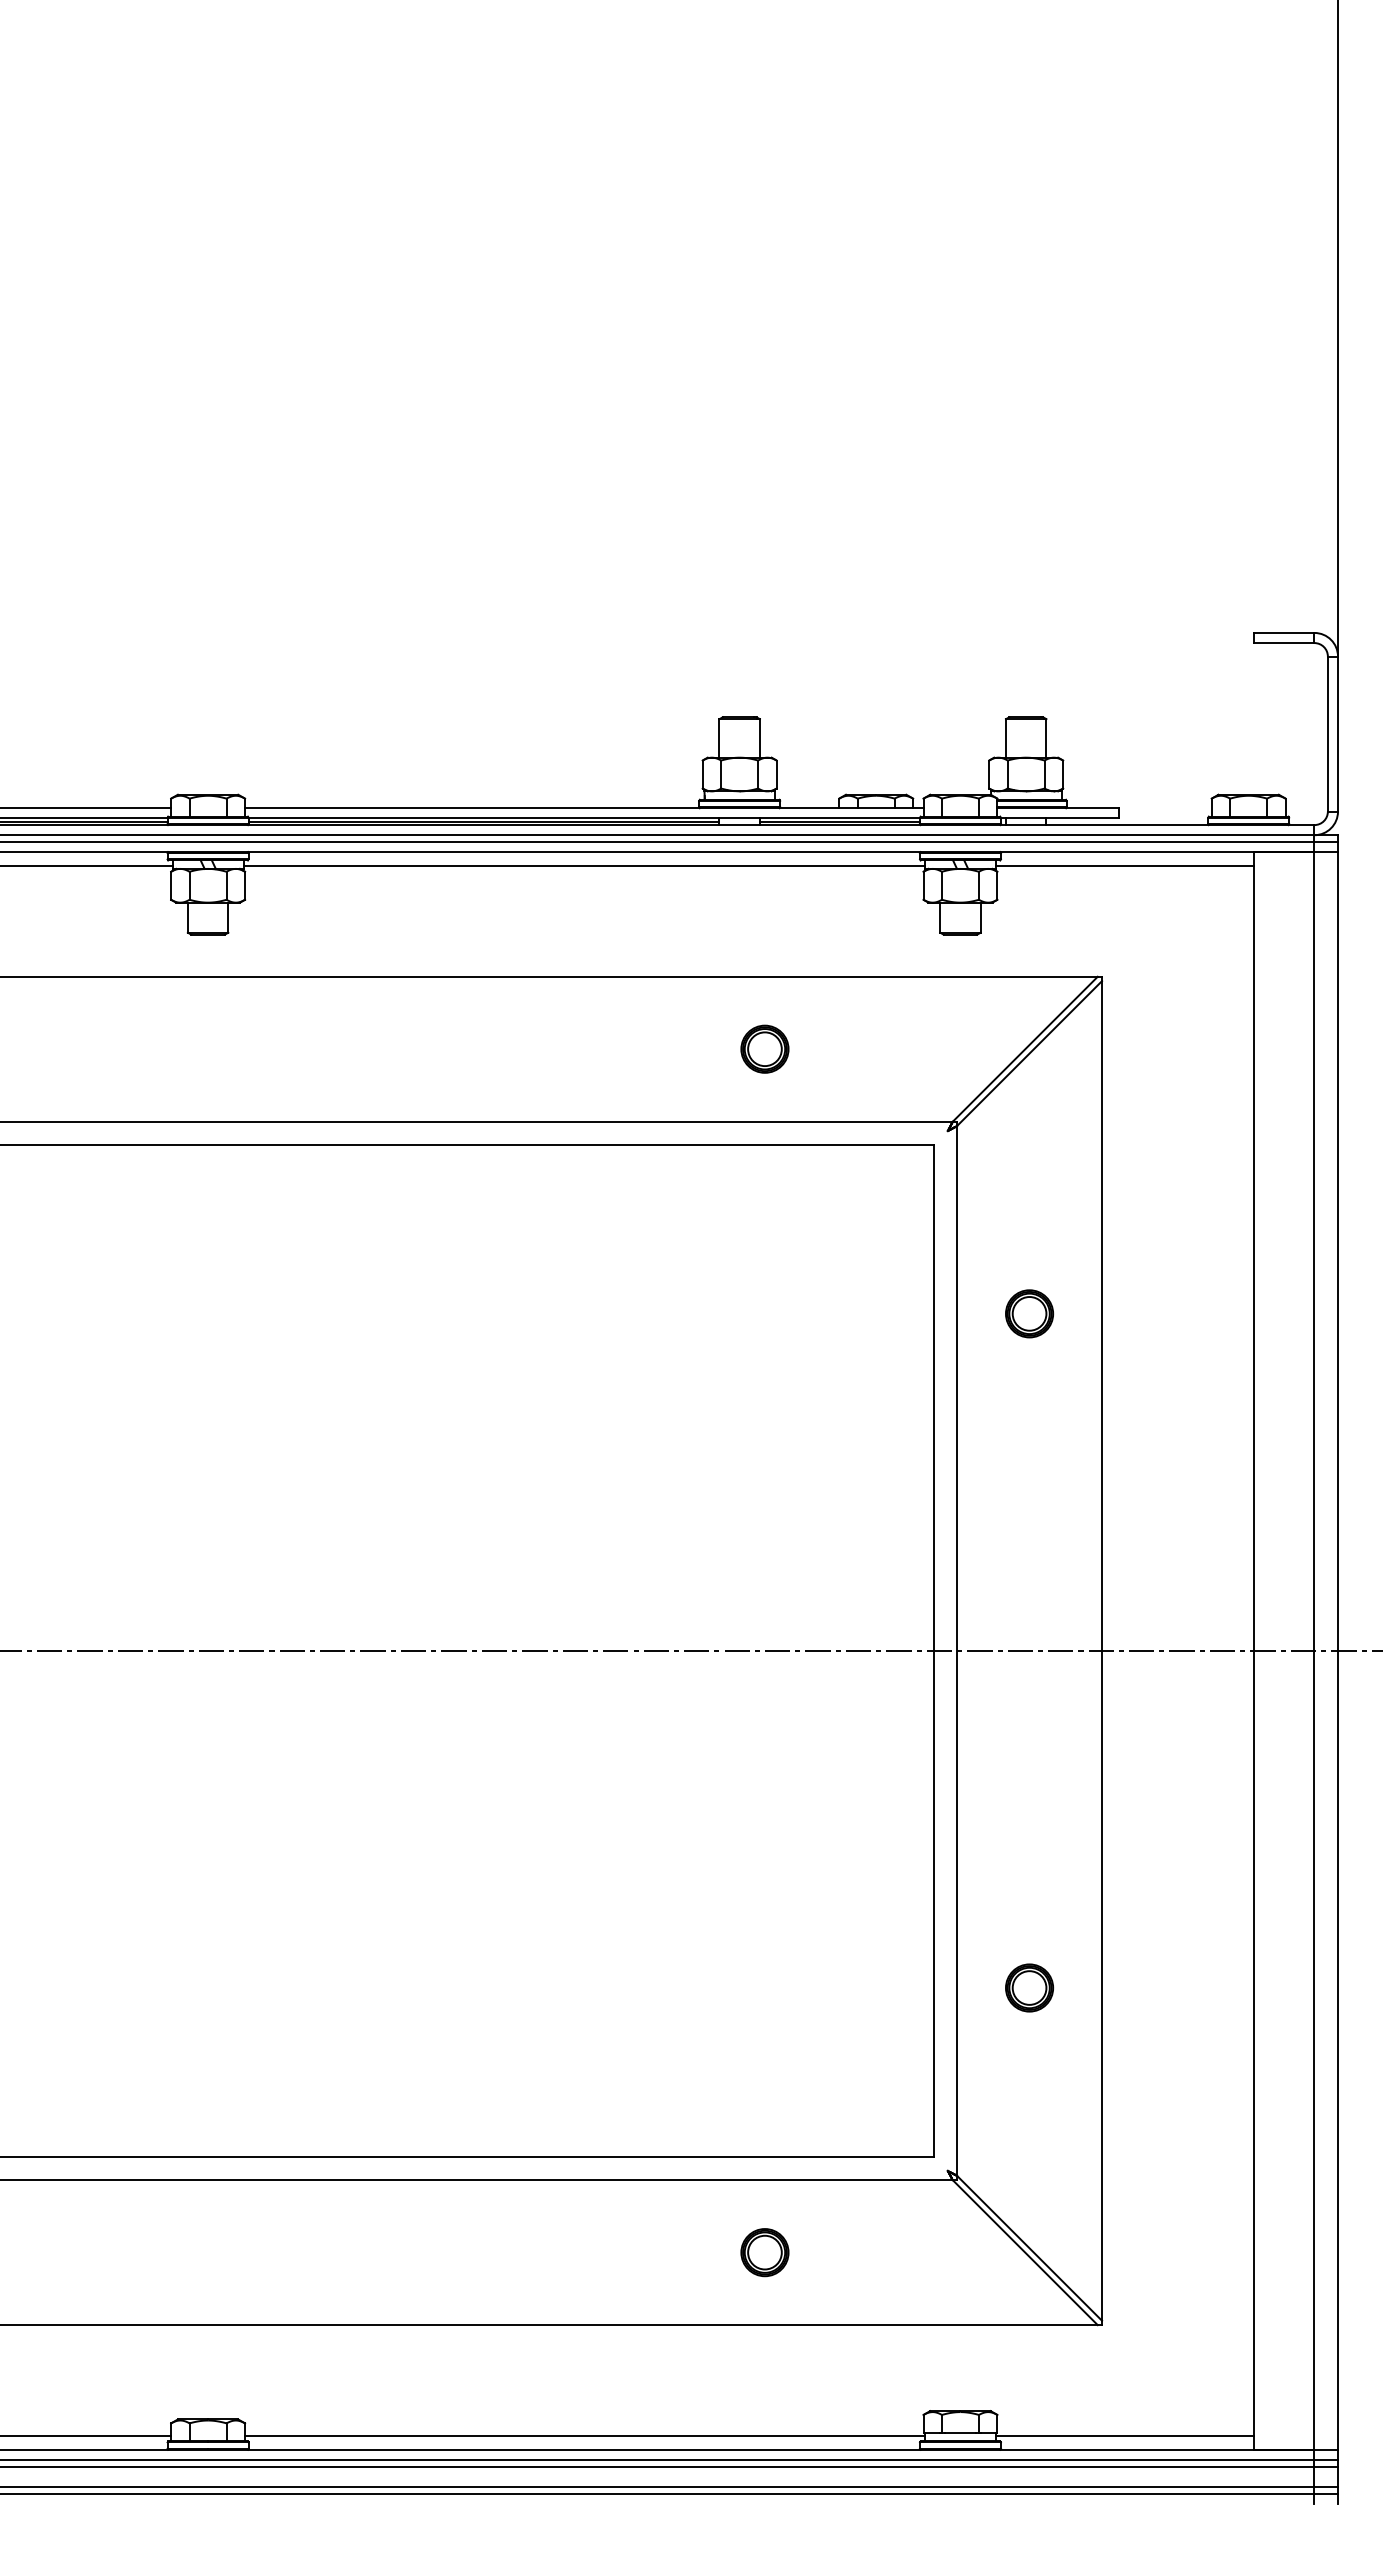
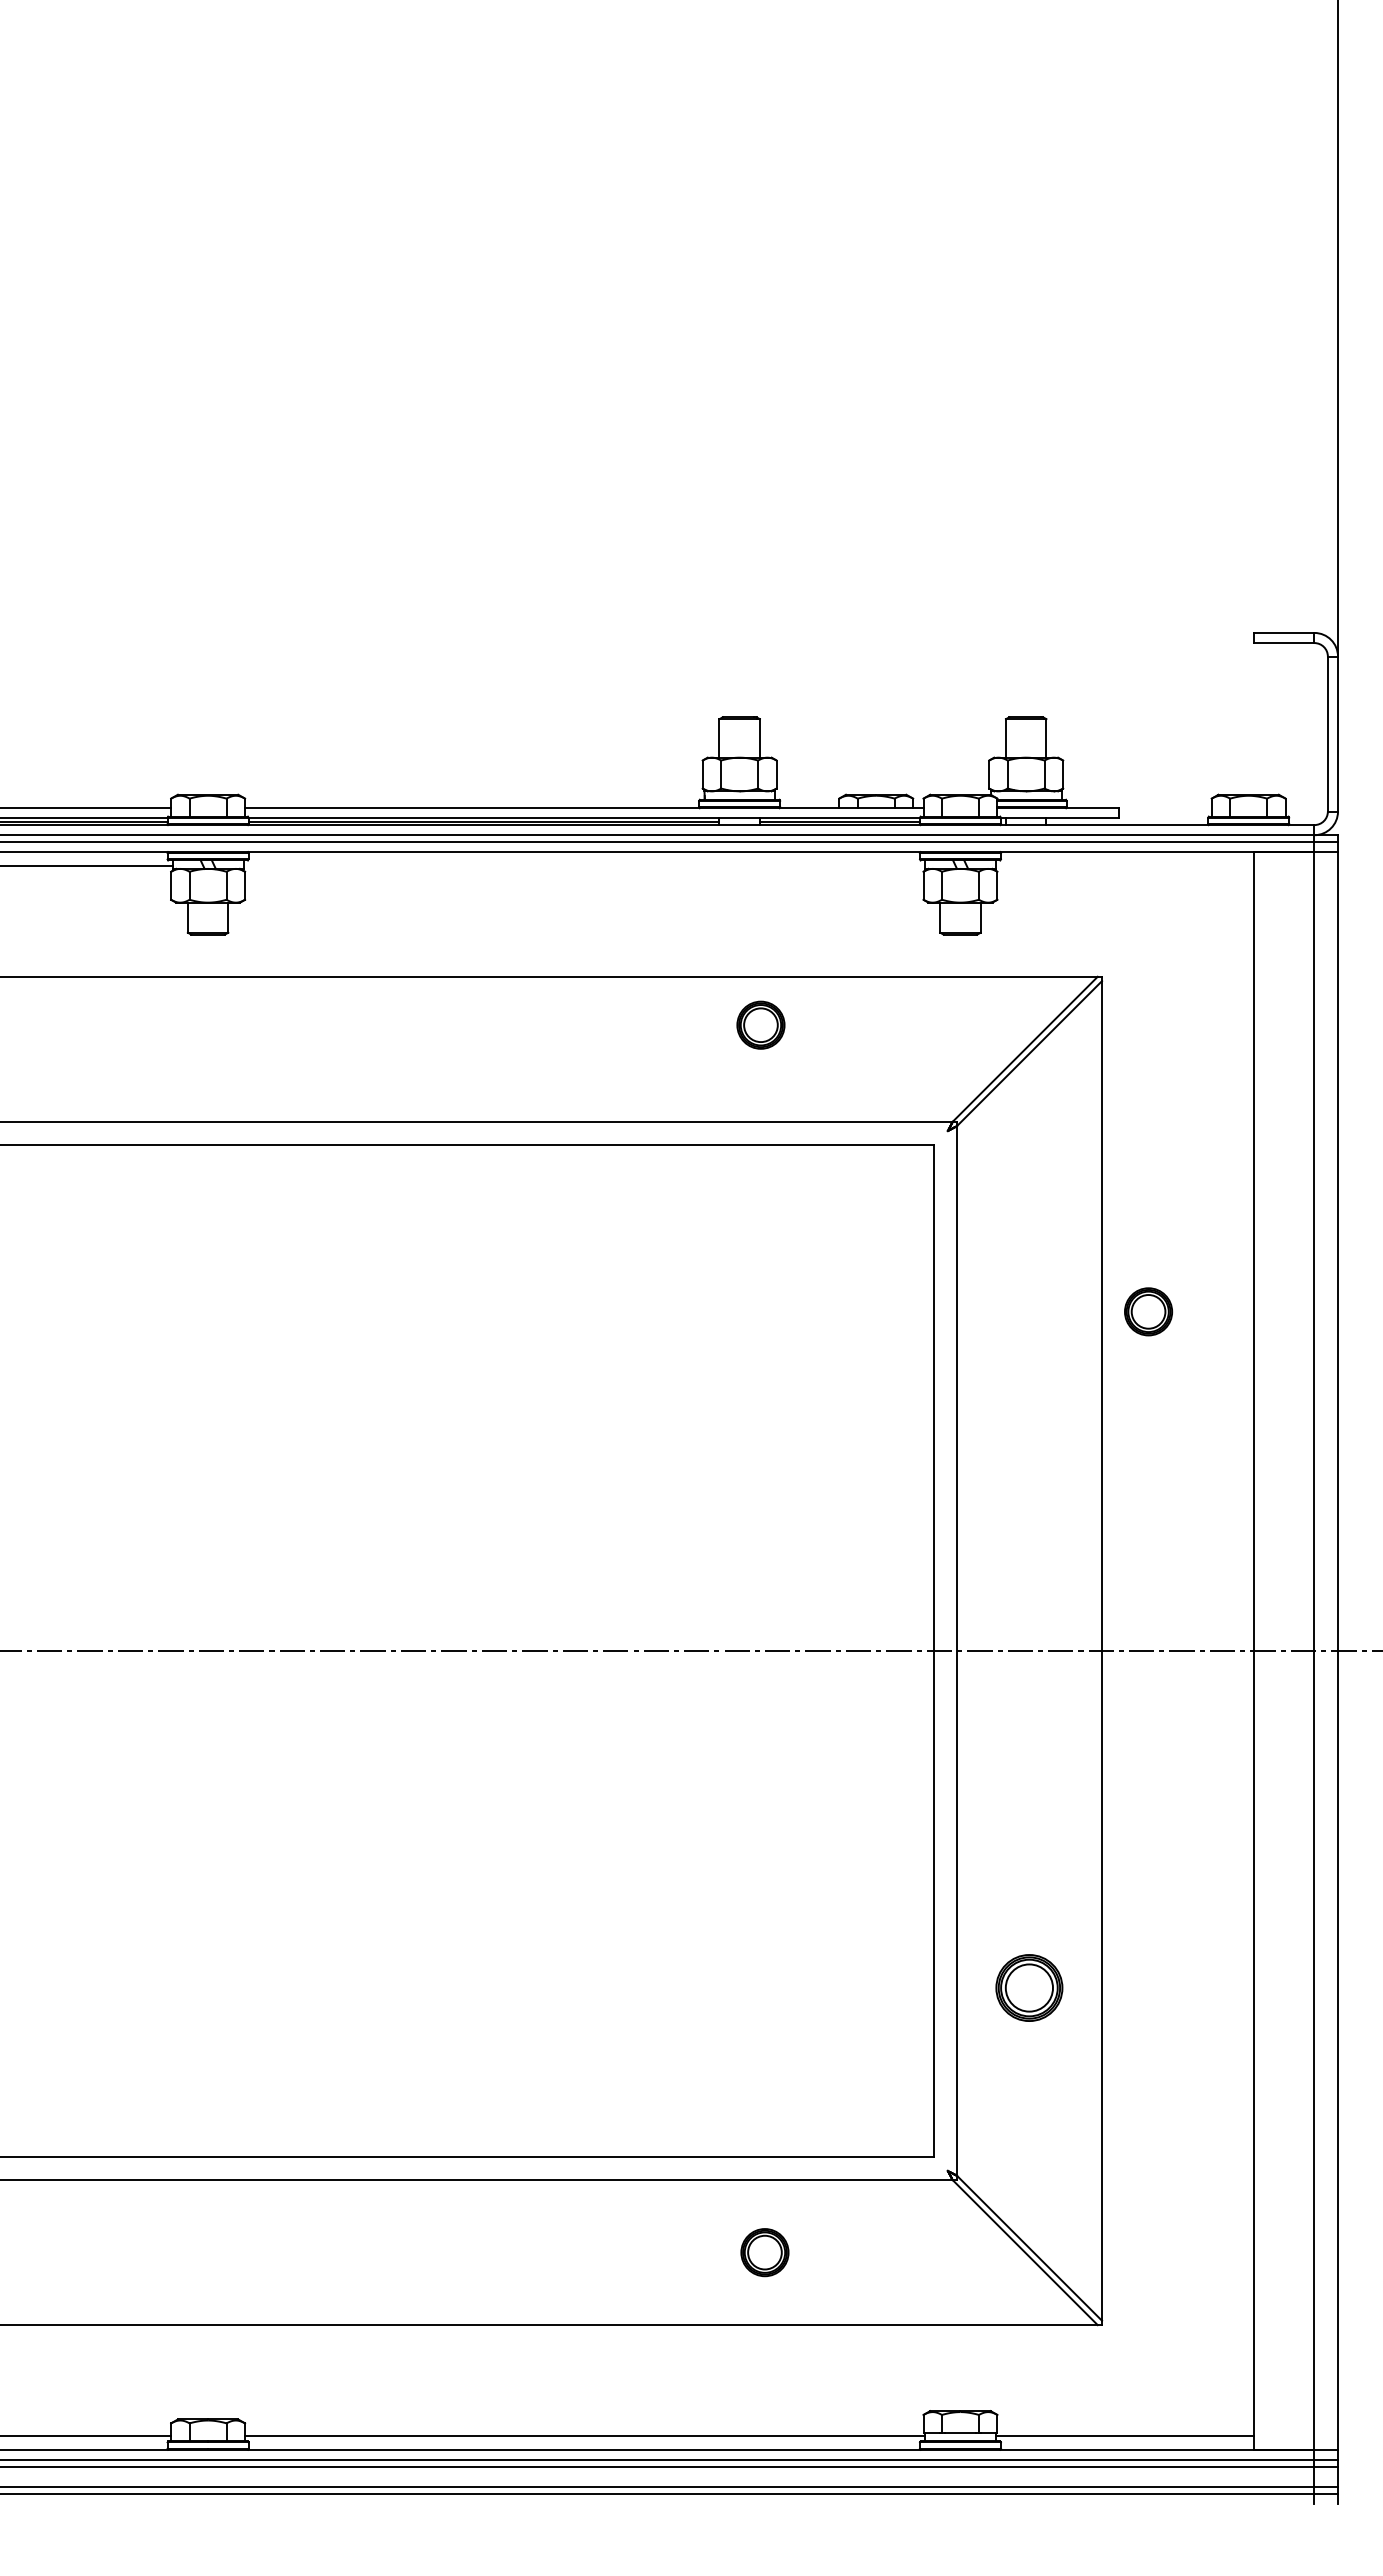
line at (584, 865): present -> none
line at (1124, 865): present -> none
part at (764, 1048) position: (764, 1048) -> (760, 1024)
part at (1029, 1313) position: (1029, 1313) -> (1148, 1311)
part at (1029, 1987) size: 50x50 px -> 69x68 px
